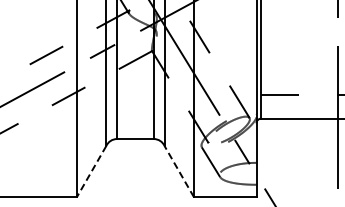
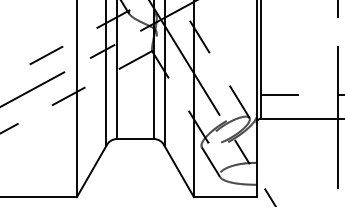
line at (91, 171): dashed -> solid
line at (179, 171): dashed -> solid
